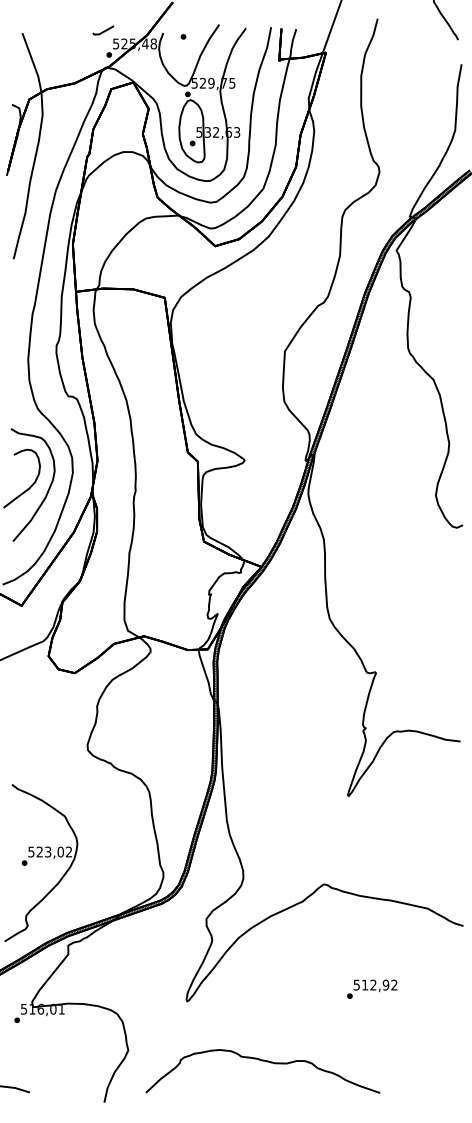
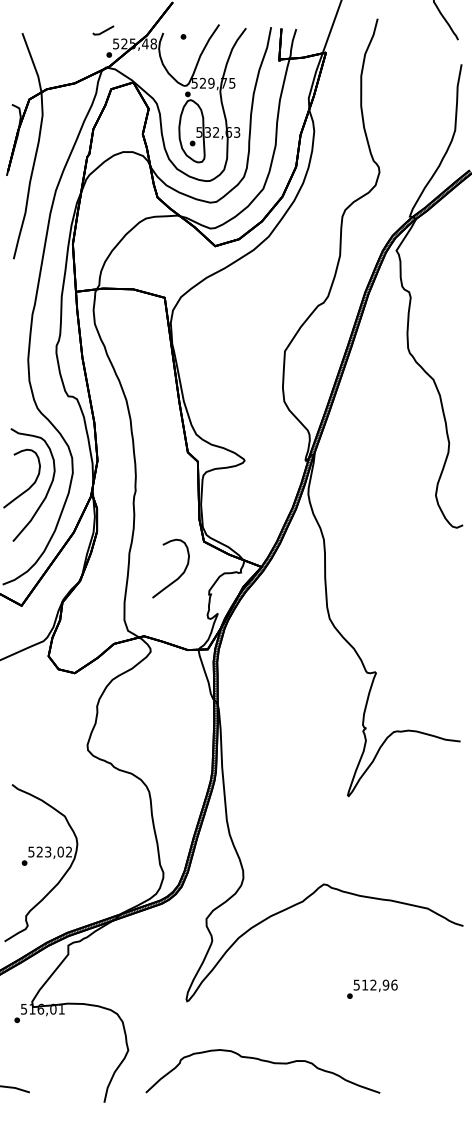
curve at (178, 576): none -> present
text at (394, 984): 512,92 -> 512,96
